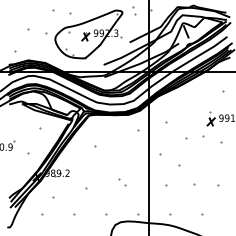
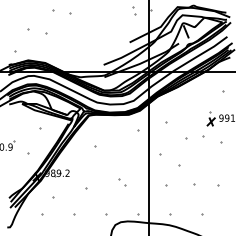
part at (88, 34): present -> none
